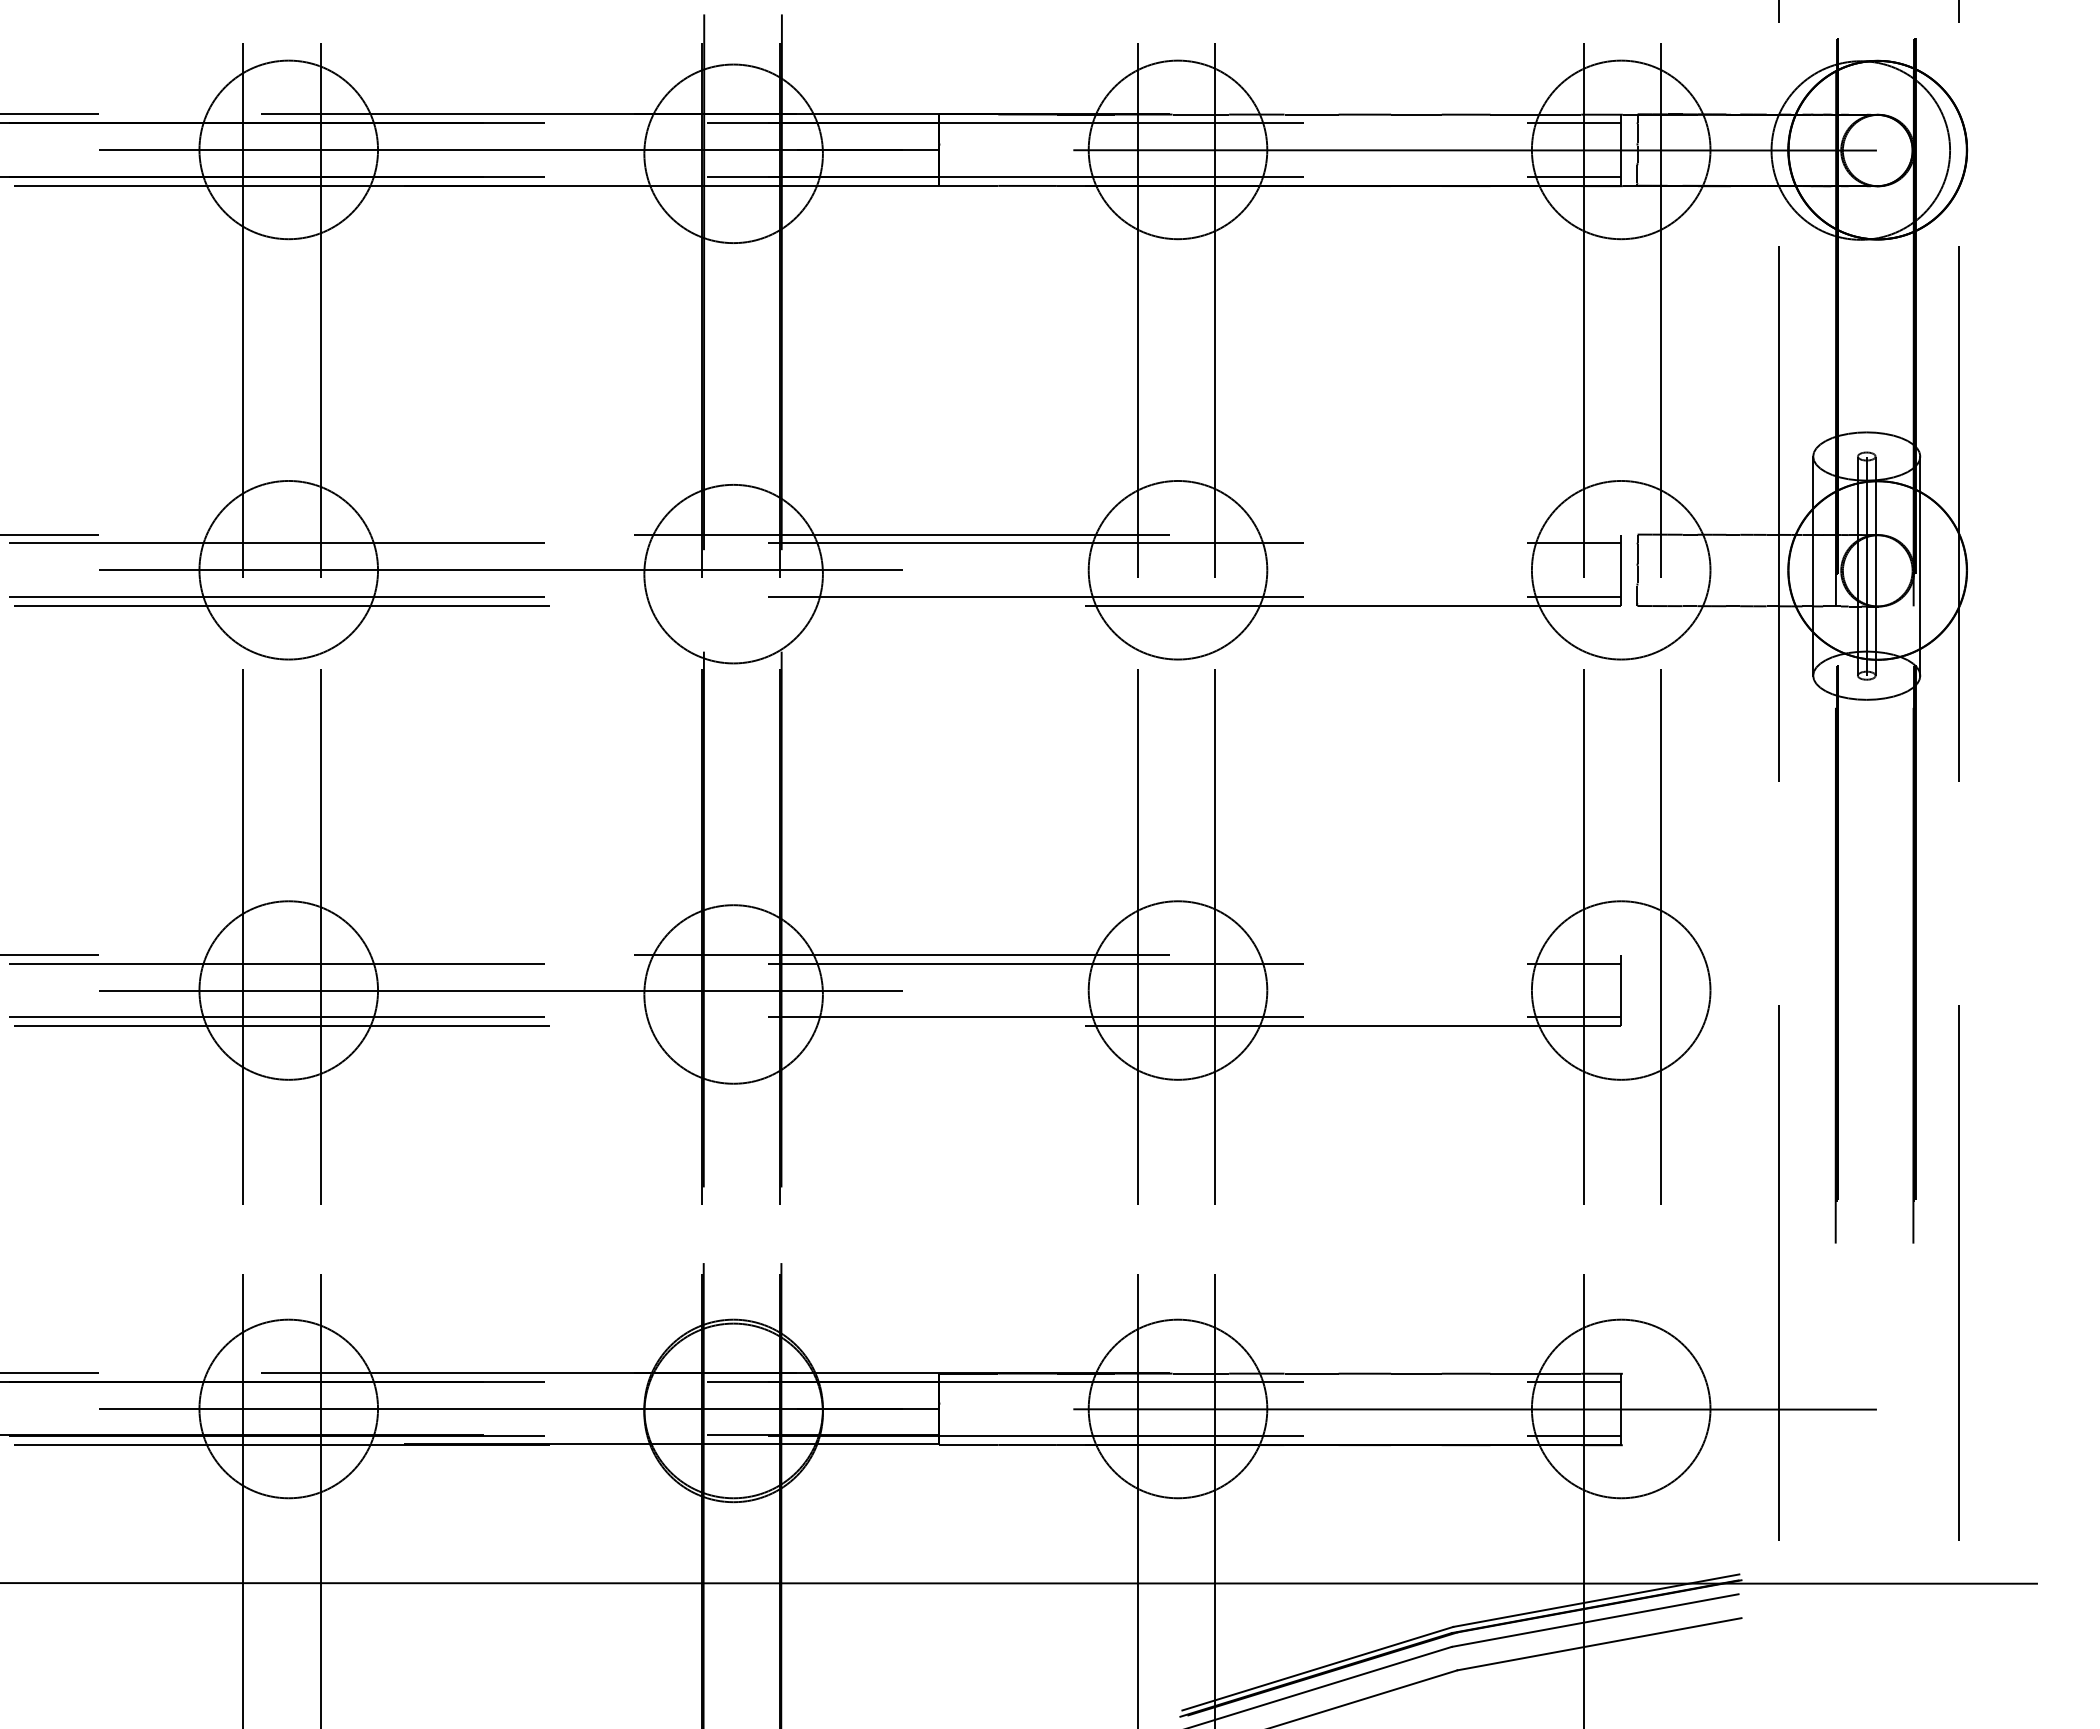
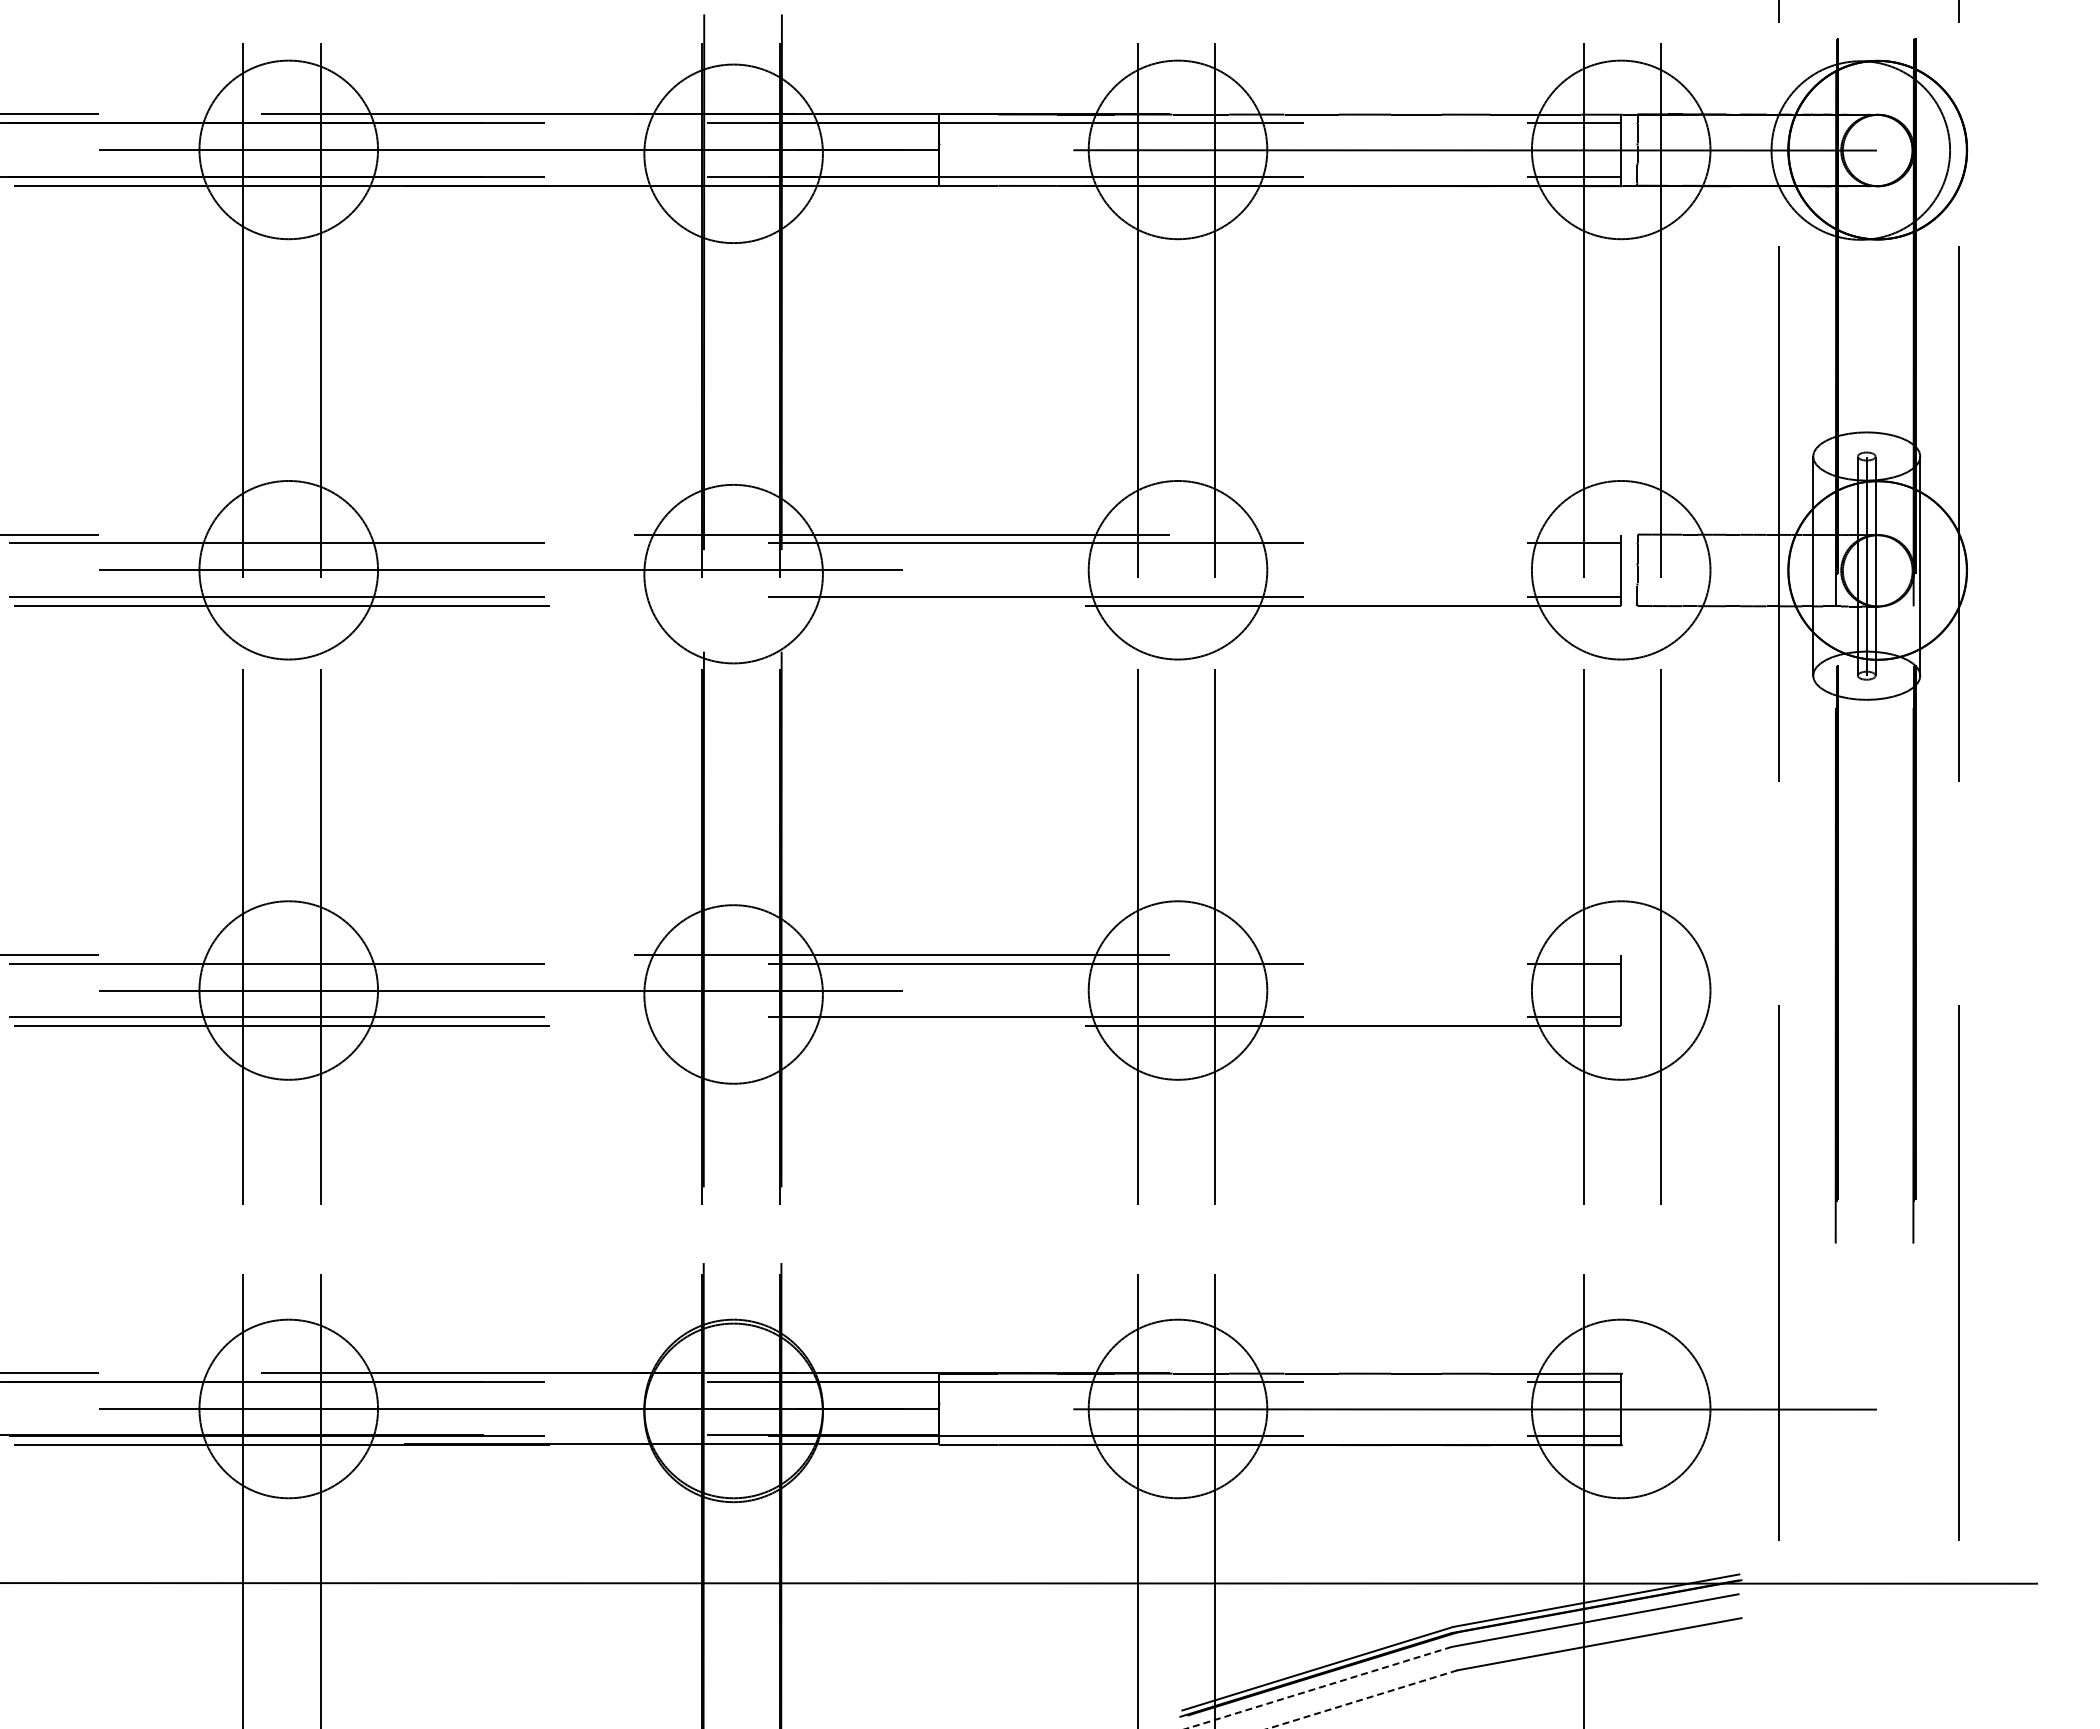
line at (1318, 1688): solid -> dashed
line at (1362, 1699): solid -> dashed
